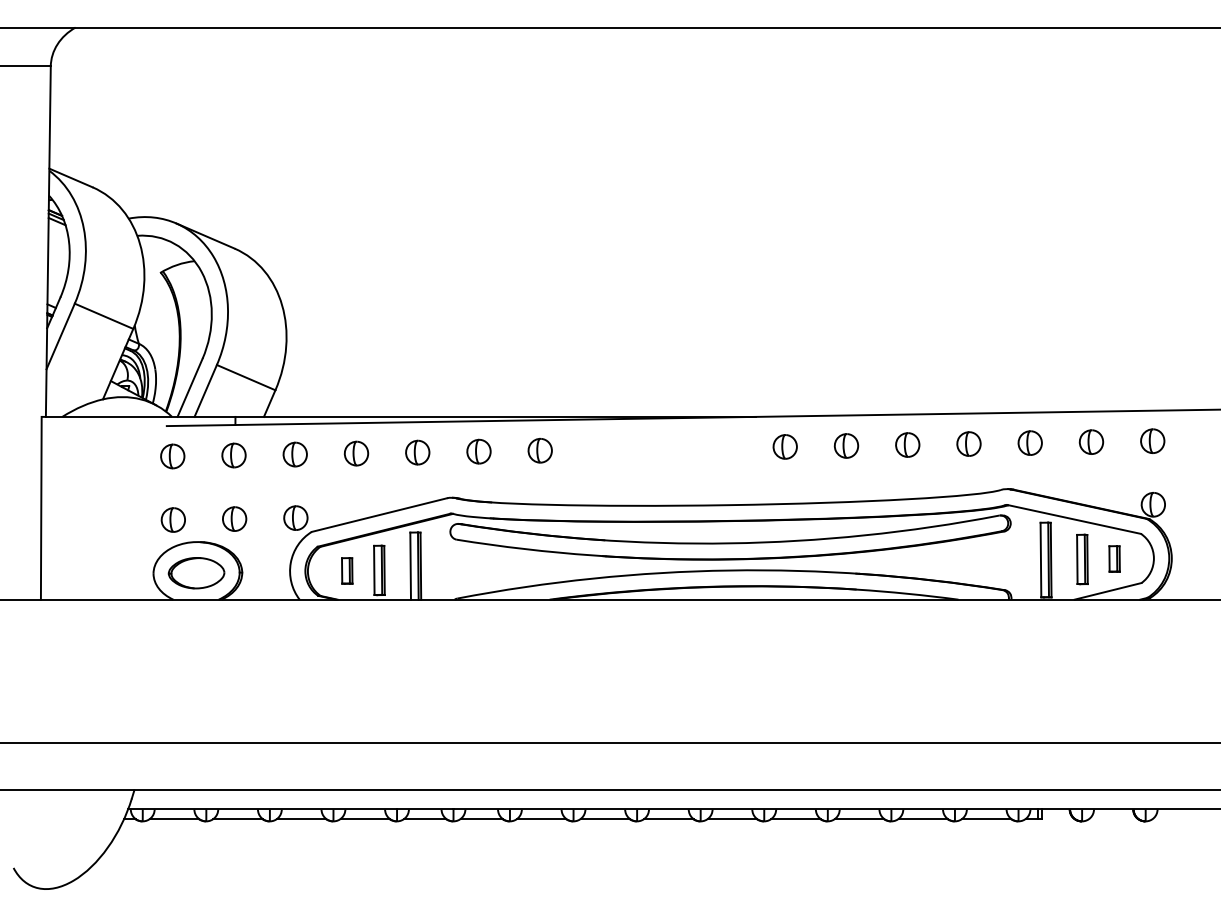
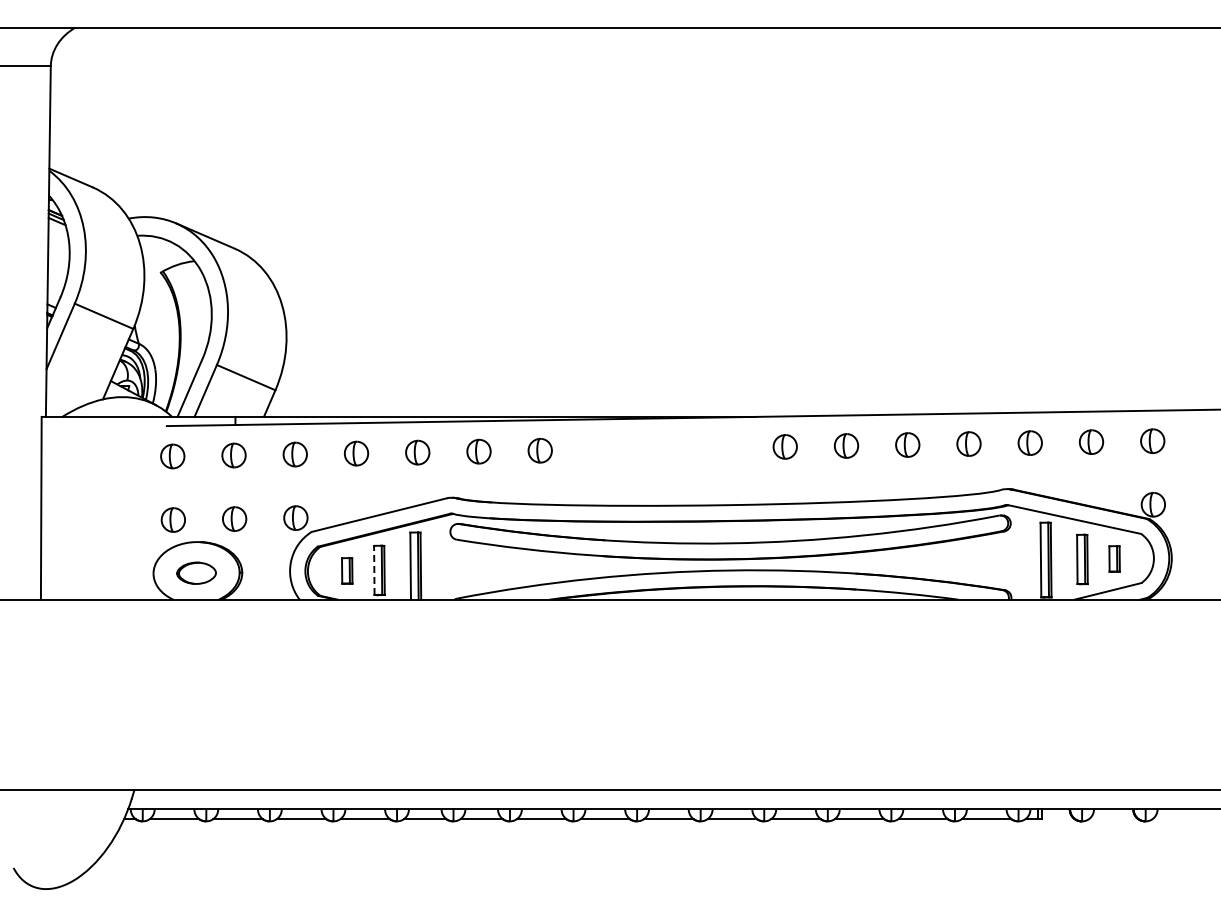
line at (374, 570): solid -> dashed
part at (196, 573) size: 59x33 px -> 41x24 px
line at (609, 742): present -> none
